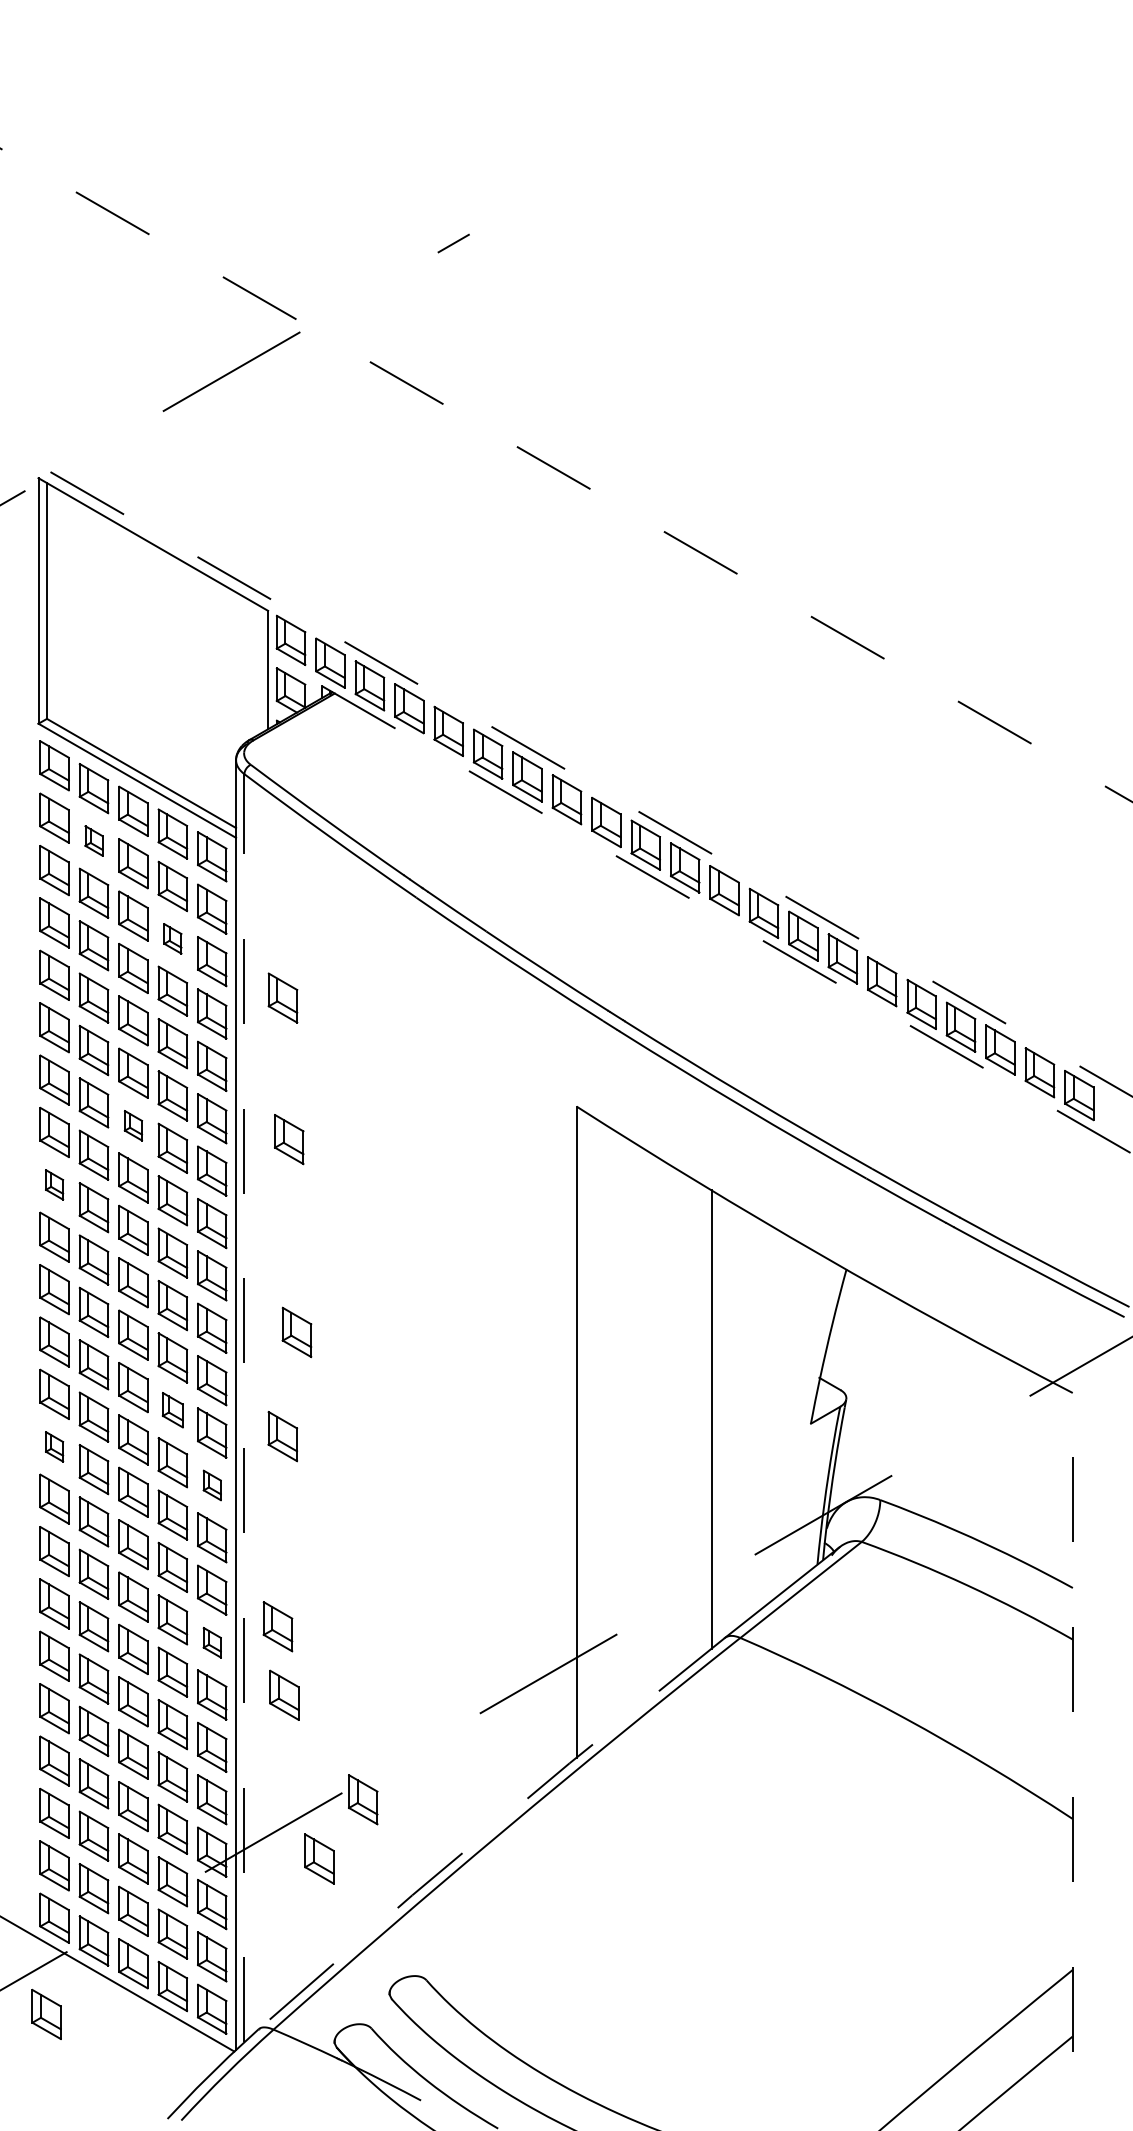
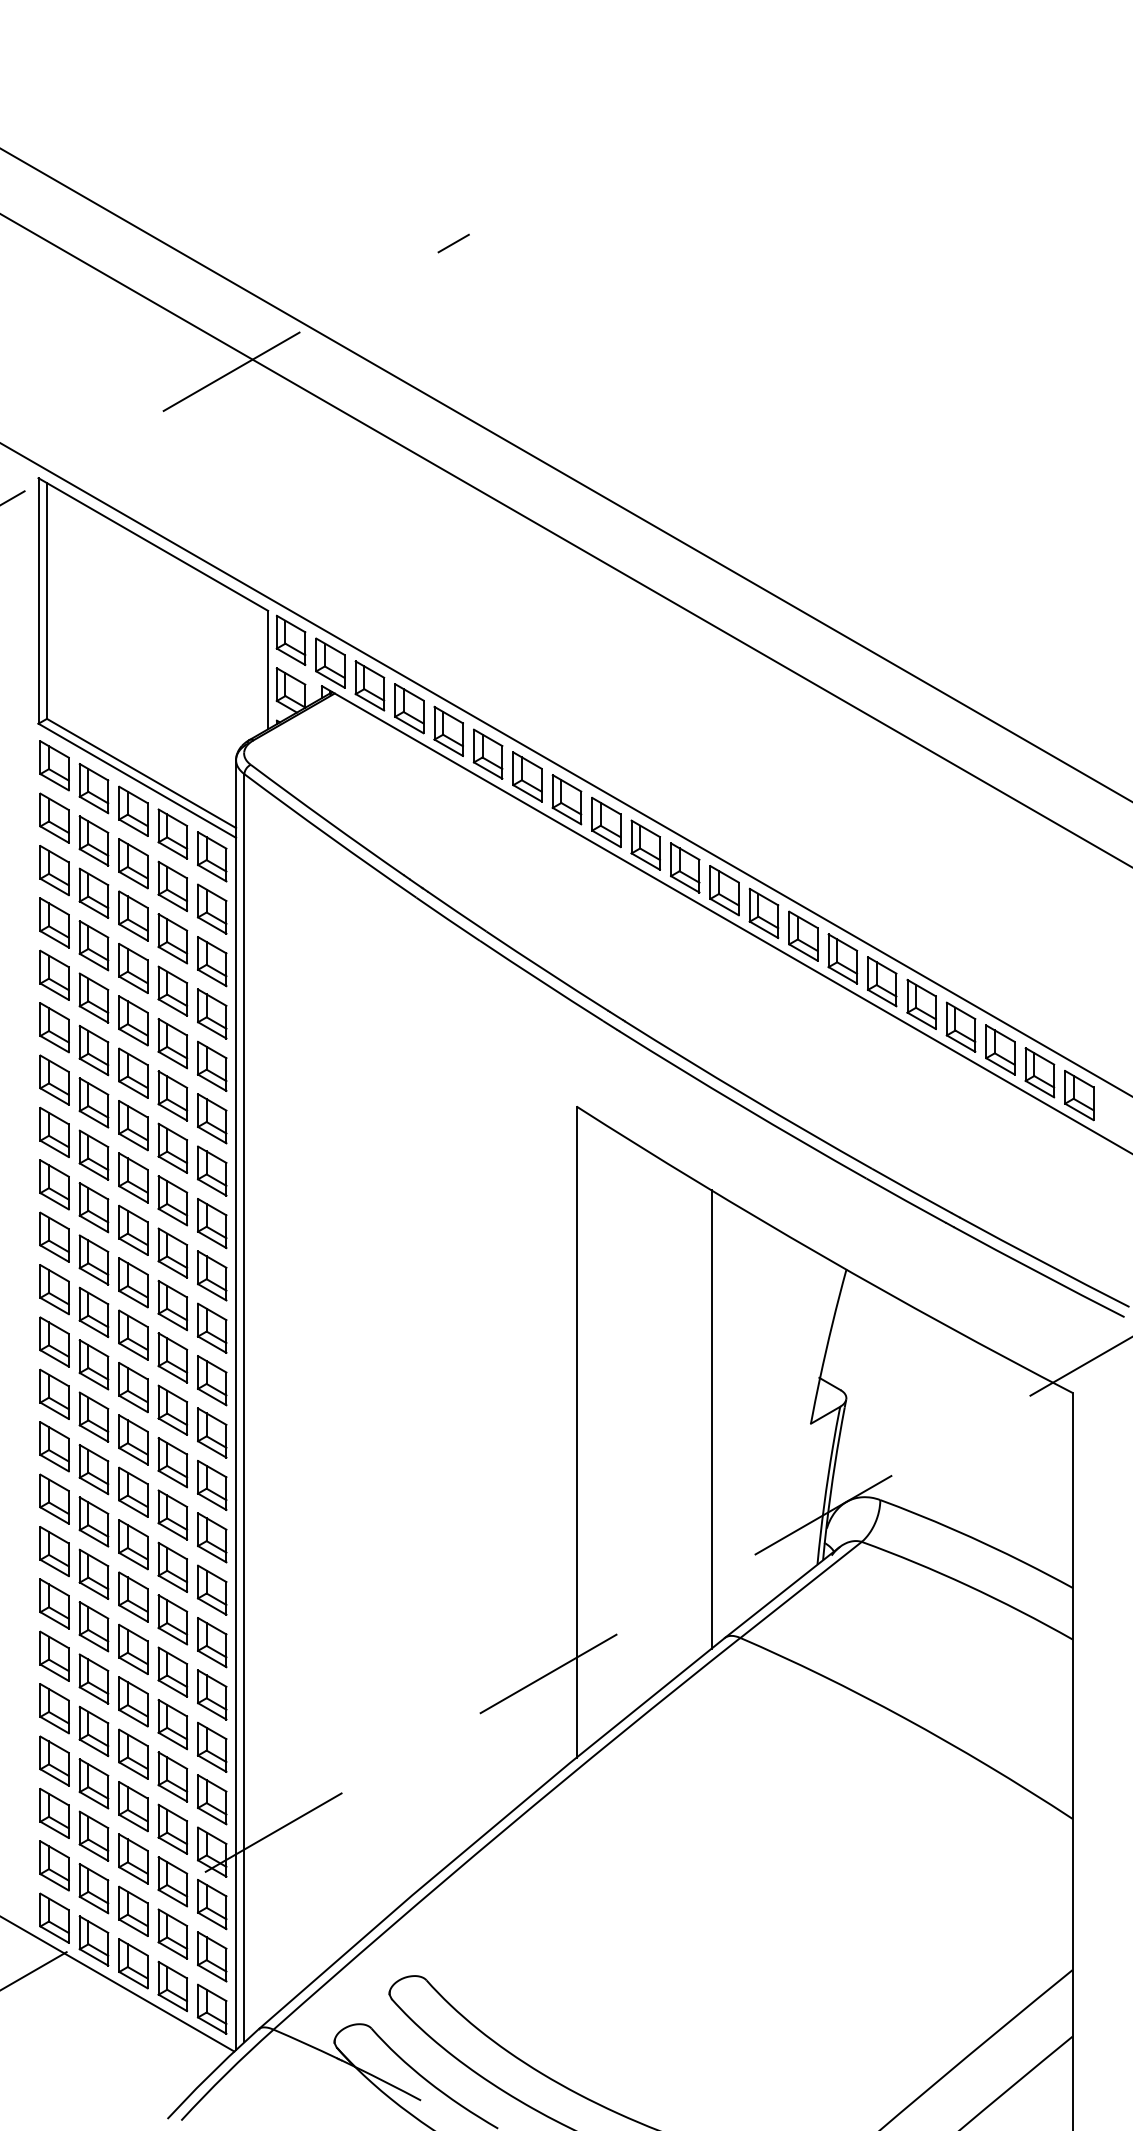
line at (566, 475): dashed -> solid
line at (565, 540): none -> present
line at (566, 770): dashed -> solid
part at (93, 840) size: 20x32 px -> 32x52 px
line at (727, 920): dashed -> solid
part at (172, 938) size: 20x32 px -> 32x52 px
part at (282, 997): present -> none
part at (132, 1125) size: 20x32 px -> 31x52 px
part at (289, 1139): present -> none
part at (54, 1184) size: 20x32 px -> 31x52 px
part at (296, 1332): present -> none
line at (244, 1407): dashed -> solid
part at (172, 1410) size: 23x37 px -> 32x52 px
part at (282, 1436): present -> none
part at (54, 1446) size: 20x32 px -> 31x52 px
part at (211, 1485) size: 20x33 px -> 31x51 px
part at (277, 1626): present -> none
part at (211, 1642) size: 20x32 px -> 31x52 px
part at (284, 1694): present -> none
line at (1072, 1761): dashed -> solid
part at (363, 1799): present -> none
line at (489, 1830): dashed -> solid
part at (319, 1858): present -> none
part at (46, 2013): present -> none
